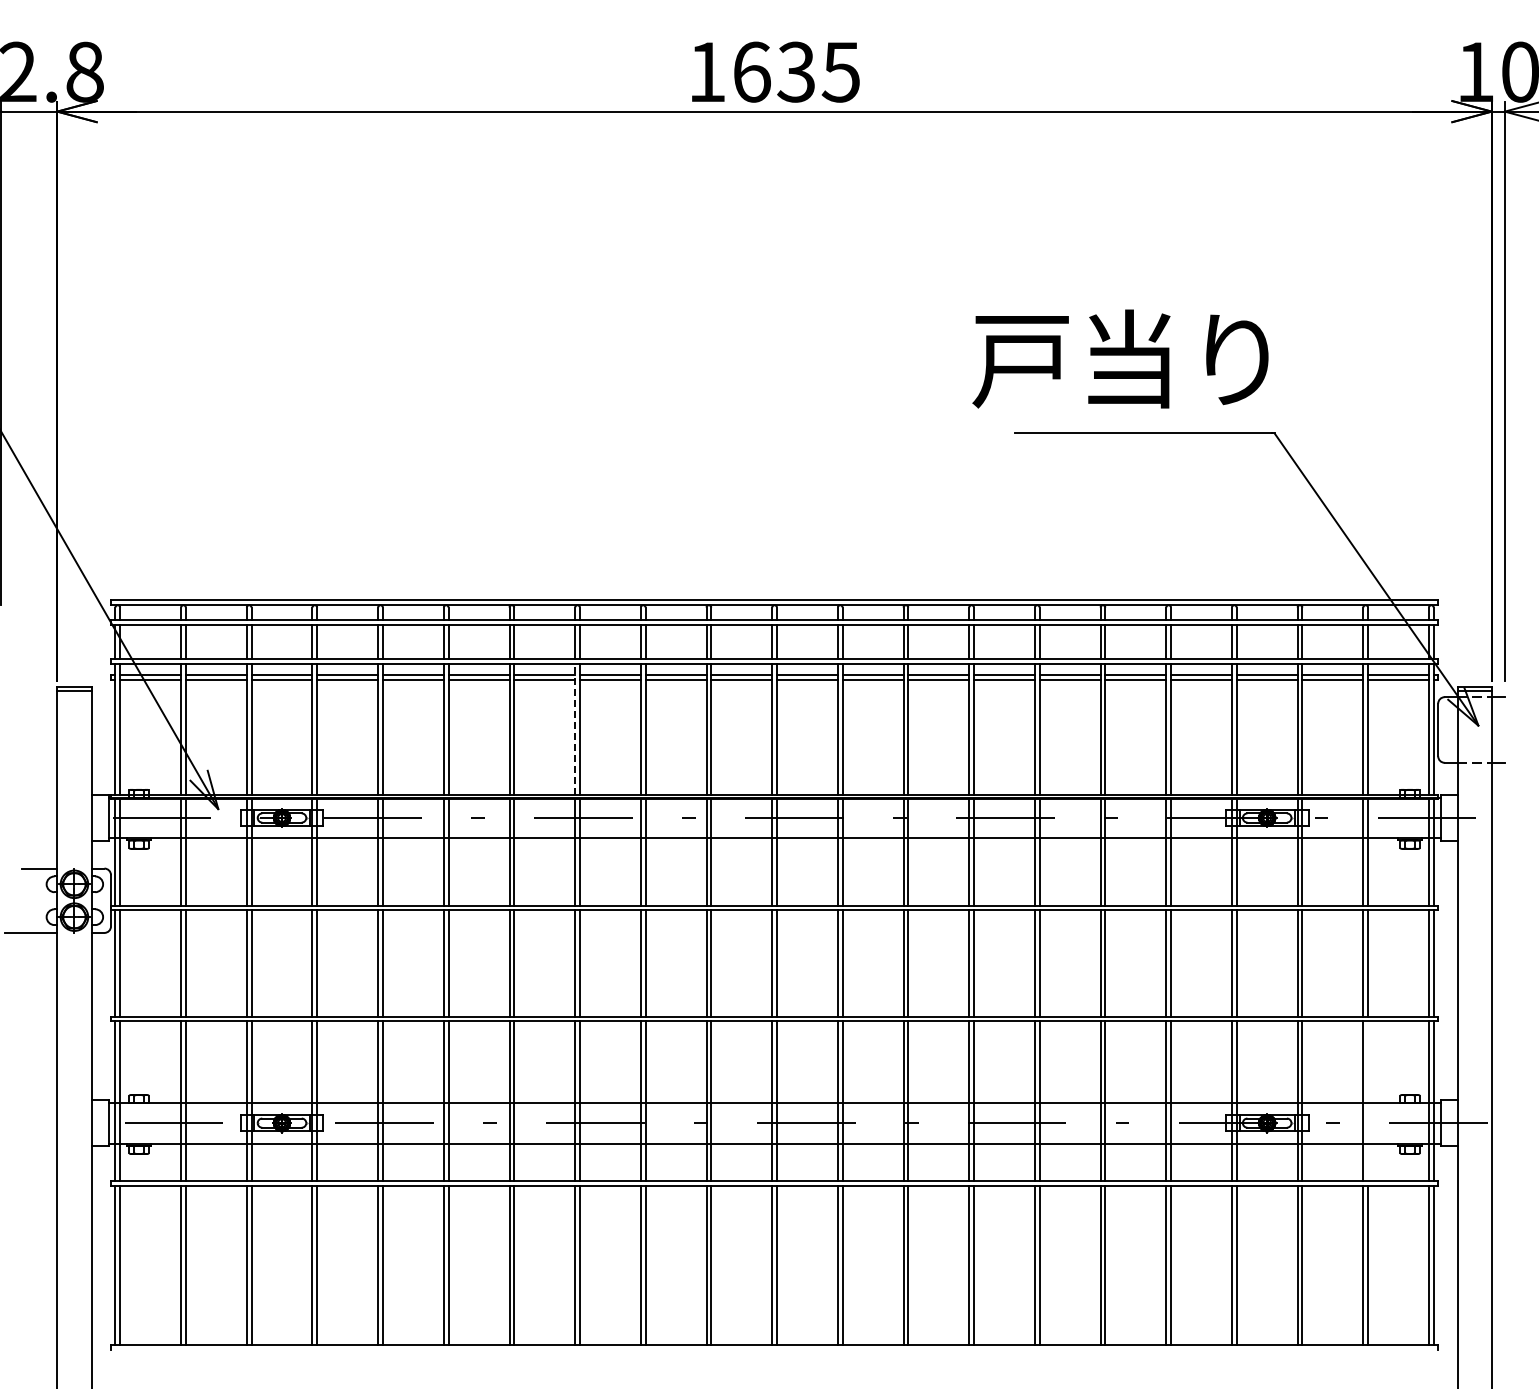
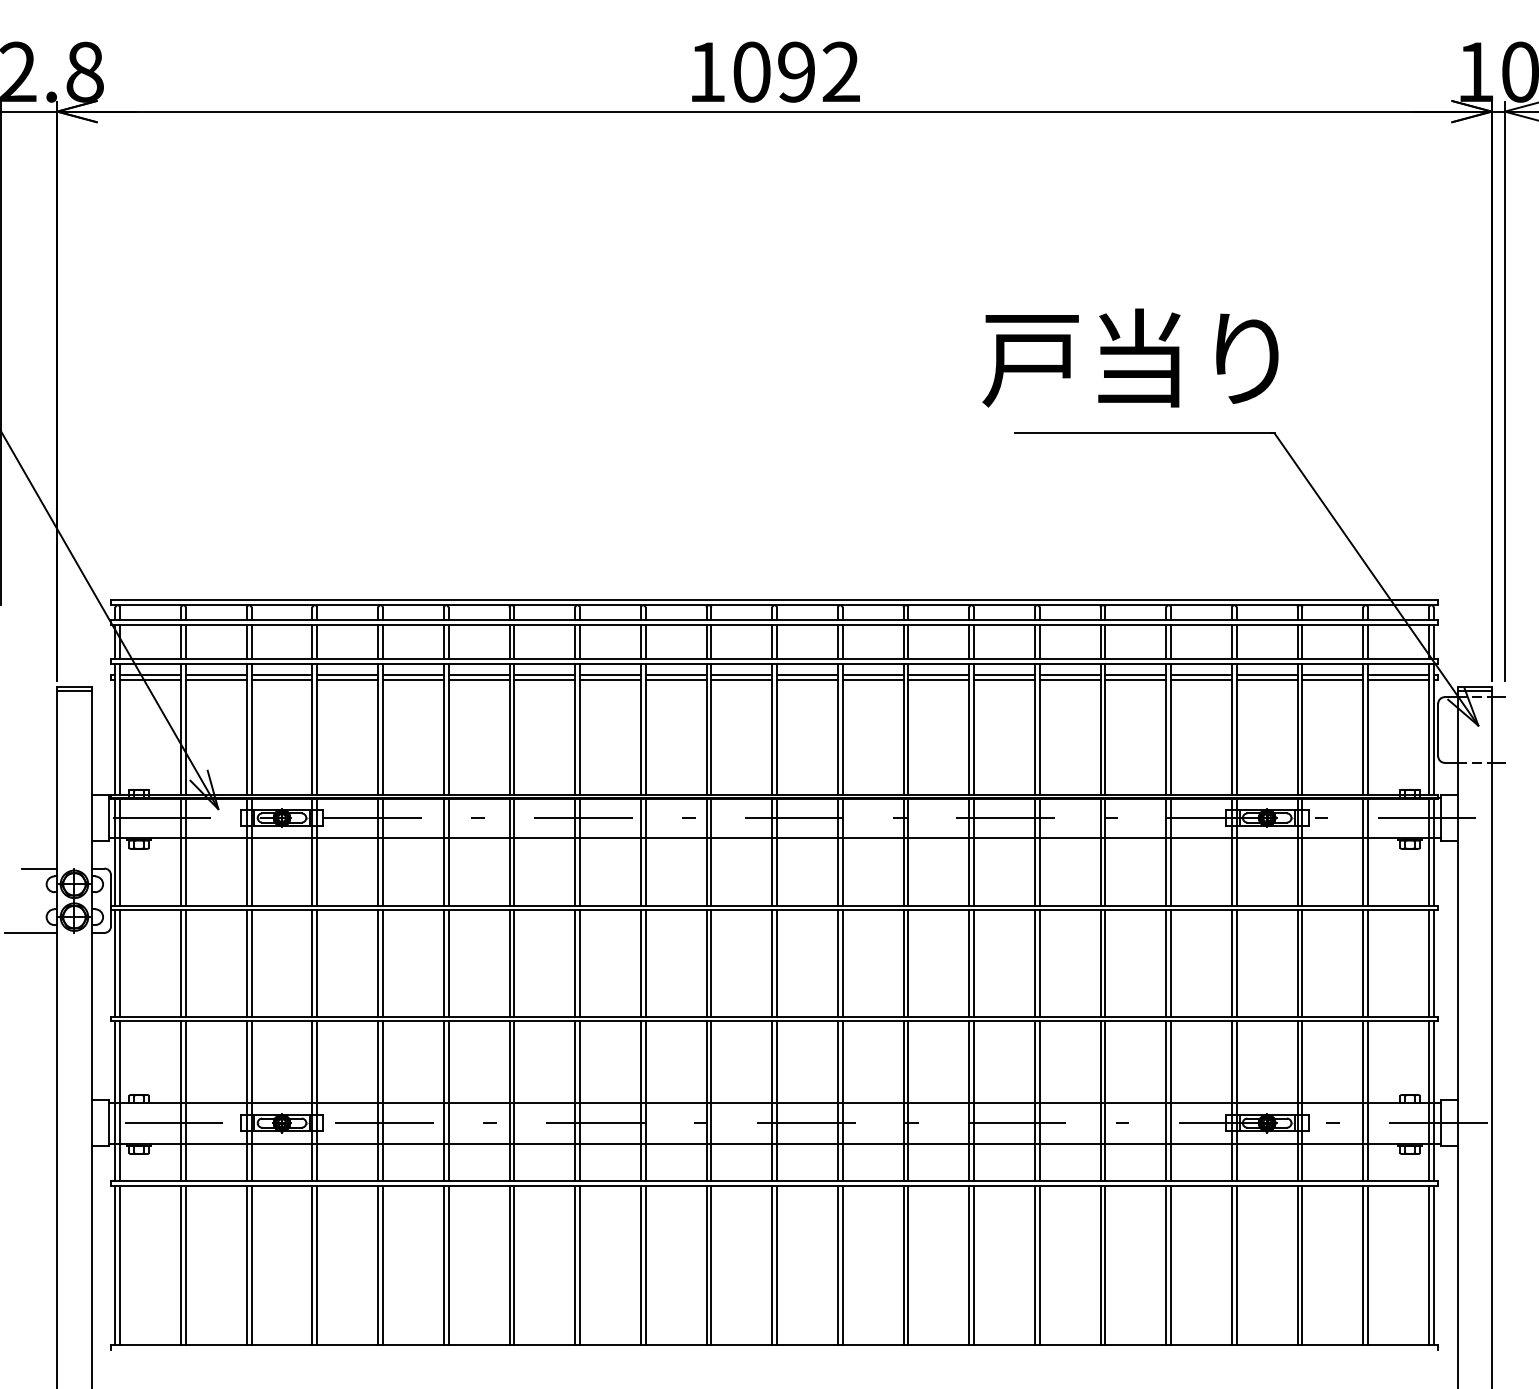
text at (796, 71): 1635 -> 1092
text at (1120, 358) position: (1120, 358) -> (1130, 357)
line at (575, 728): dashed -> solid
line at (1368, 1100): none -> present
